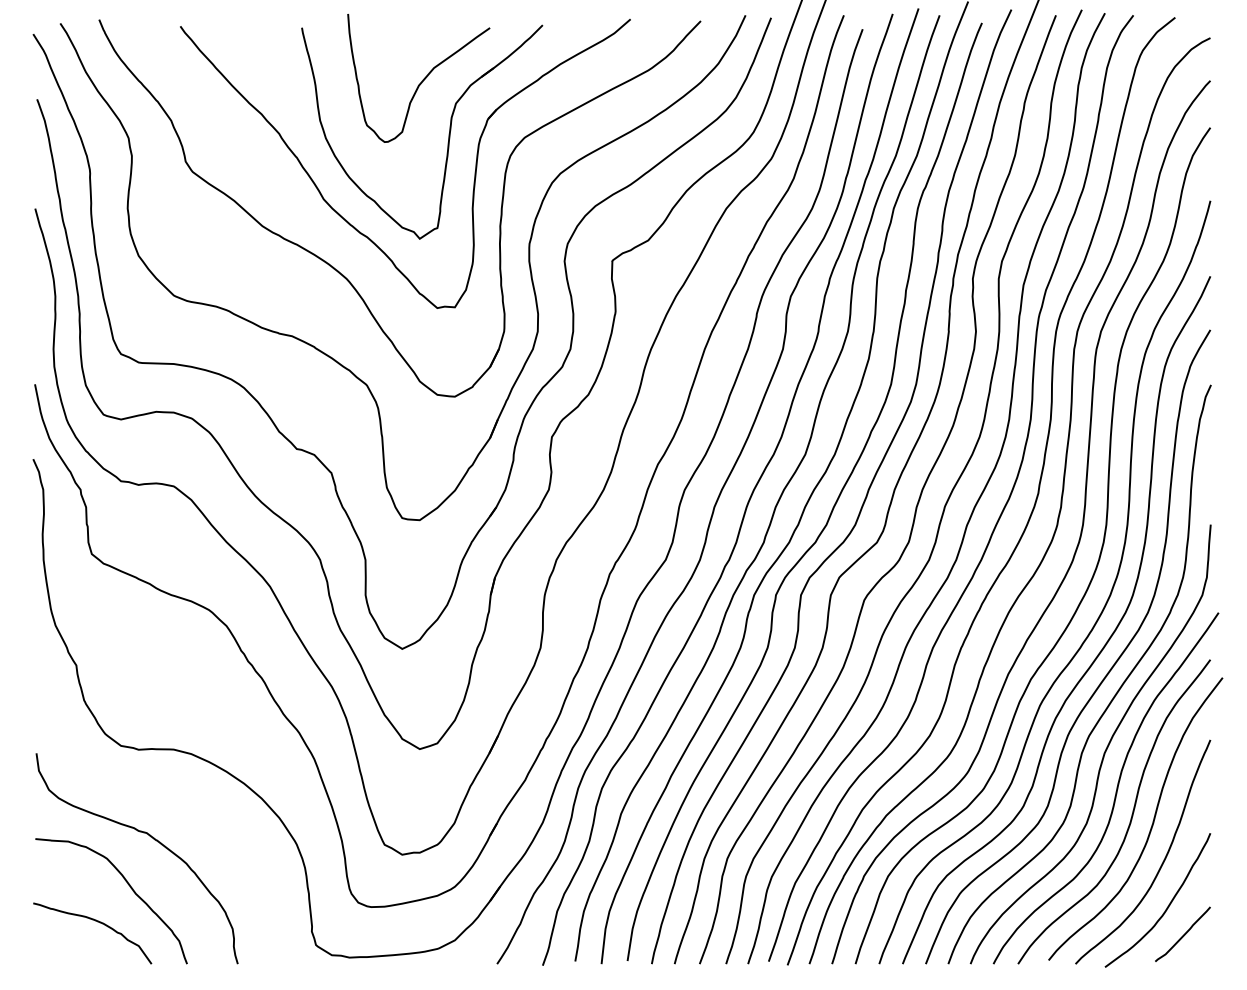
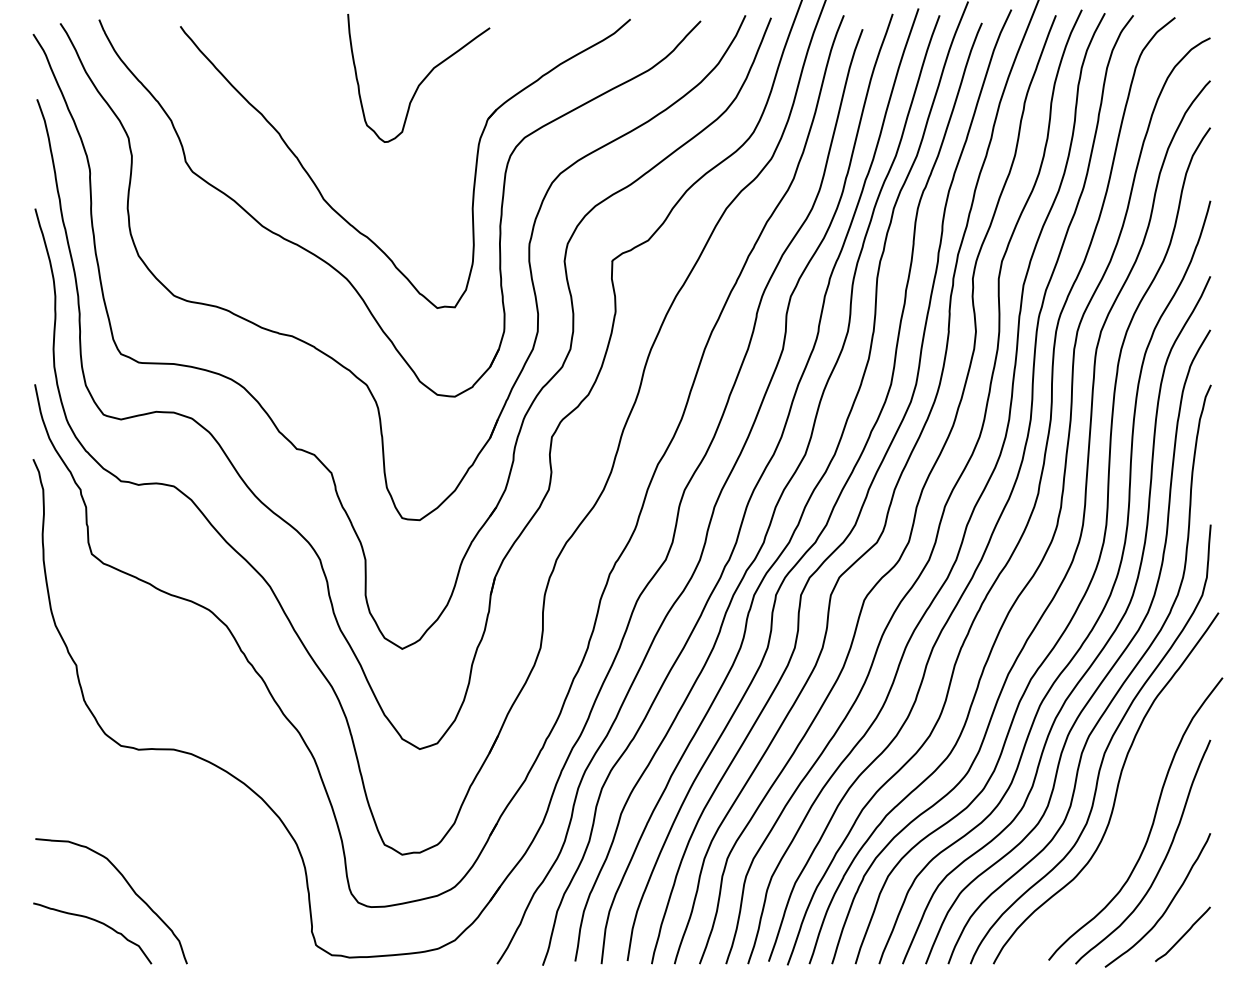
part at (448, 133): present -> none
curve at (1131, 814): present -> none
curve at (150, 837): present -> none
